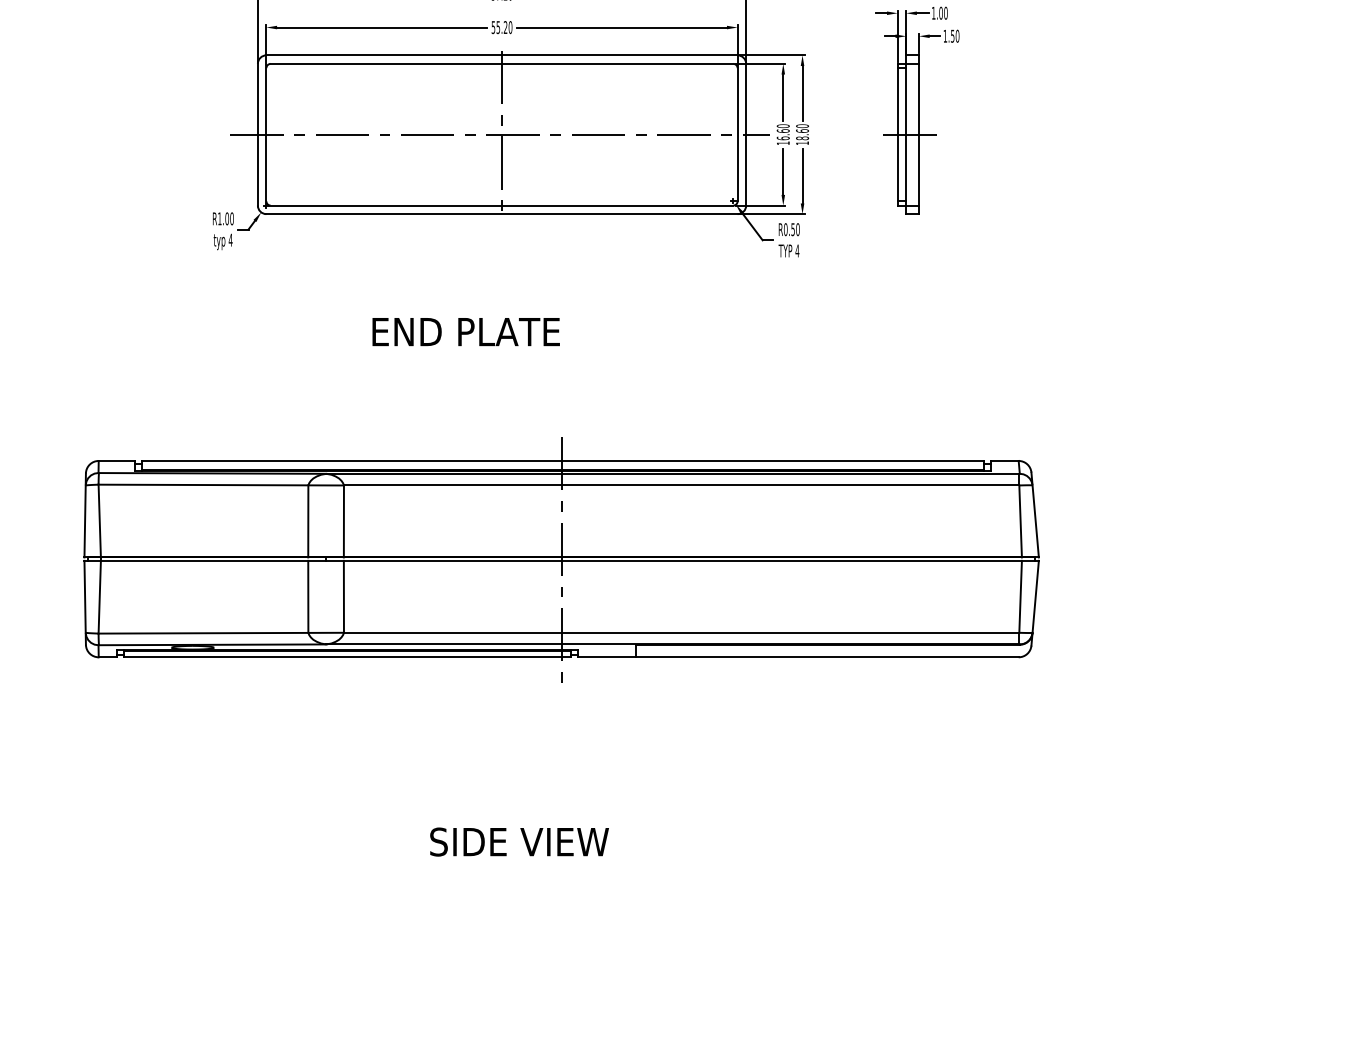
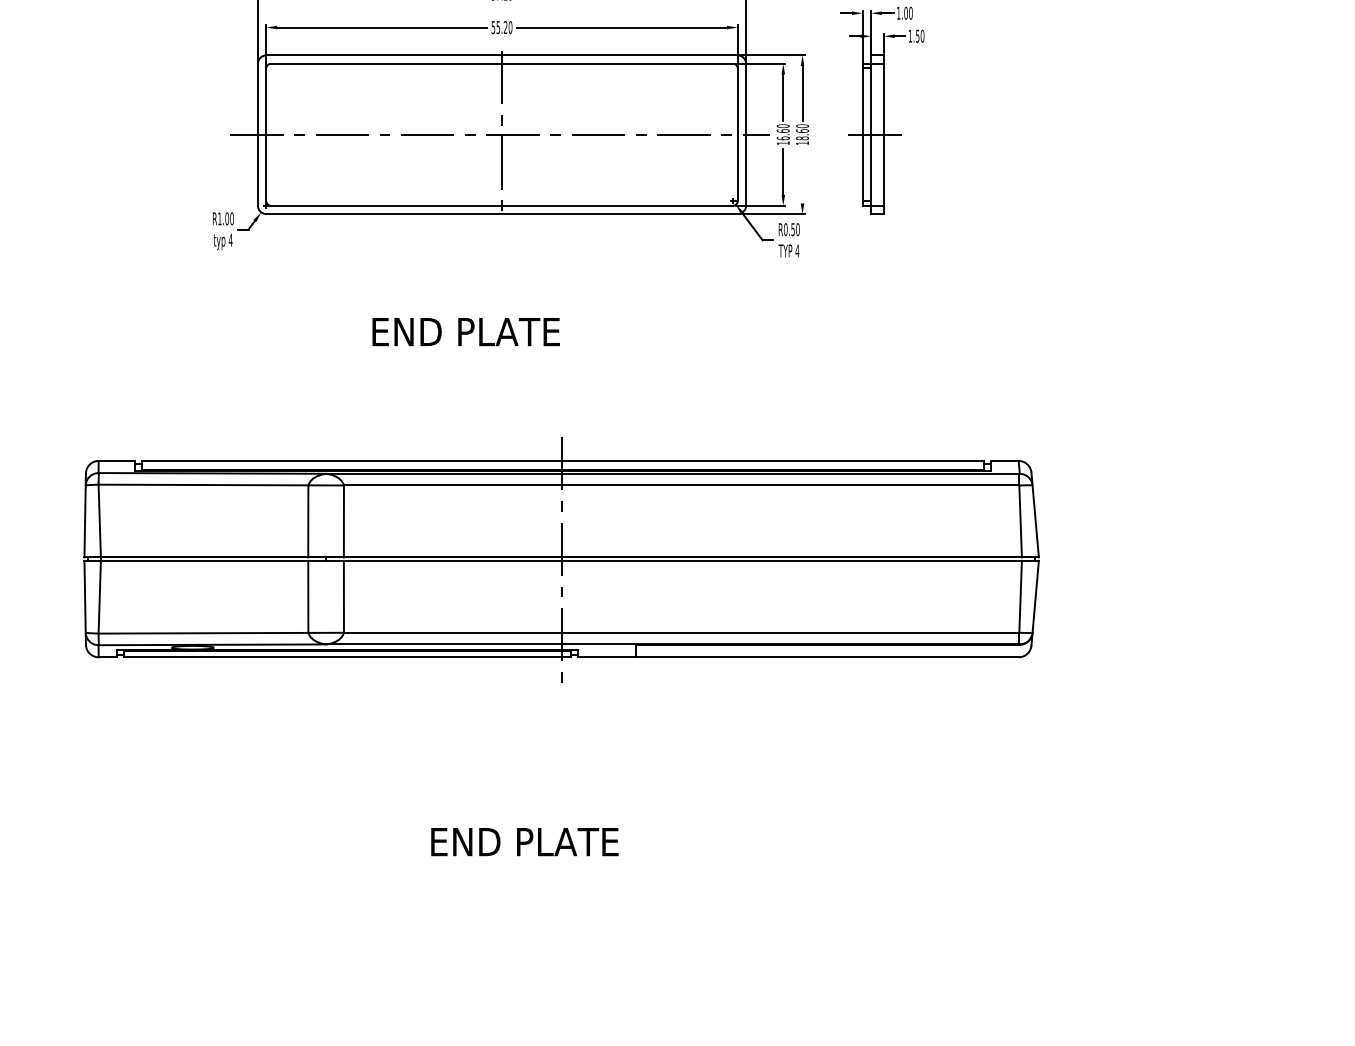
part at (917, 110) position: (917, 110) -> (882, 110)
line at (802, 175): present -> none
text at (524, 841): SIDE VIEW -> END PLATE
